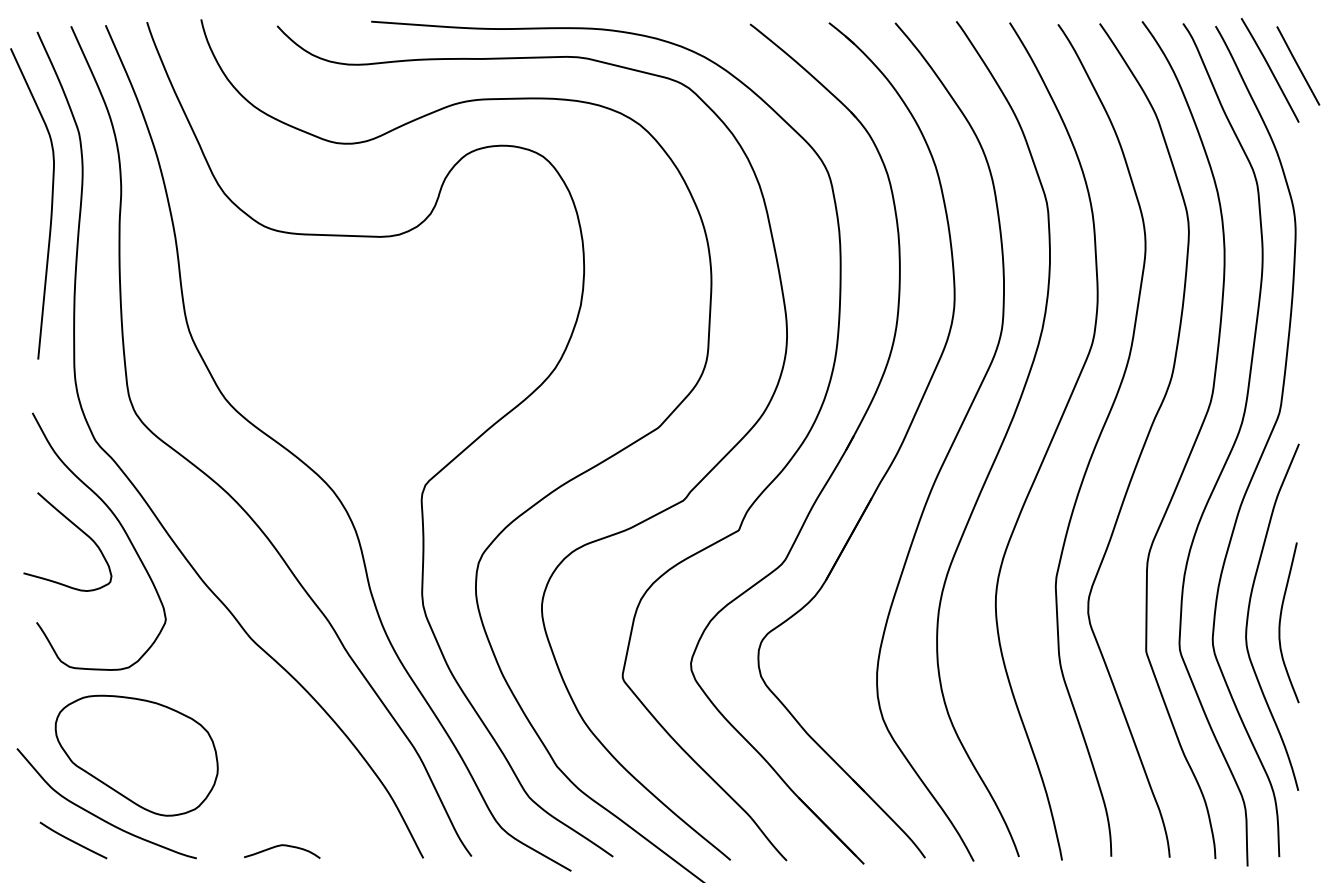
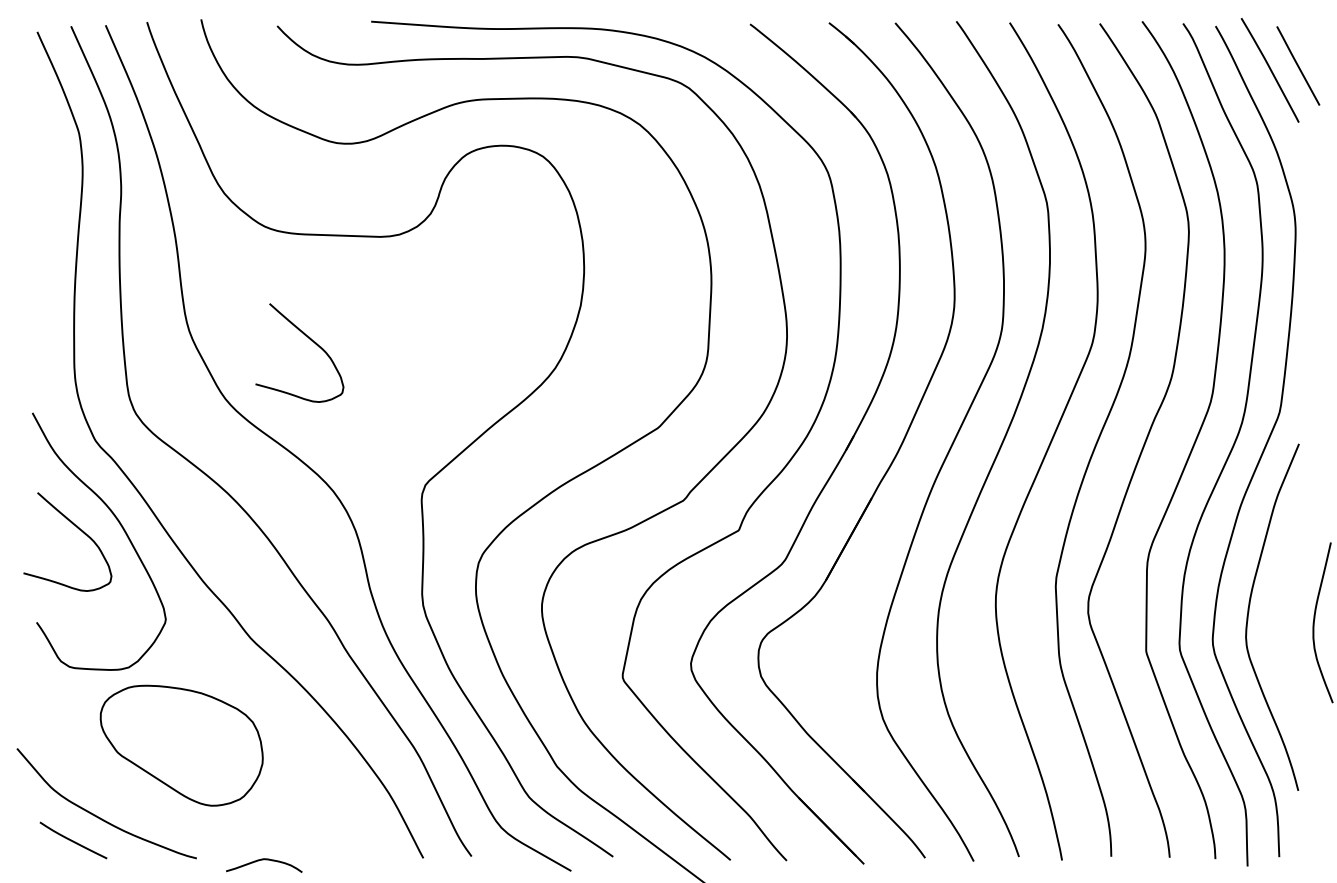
curve at (51, 203): present -> none
curve at (310, 340): none -> present
curve at (1281, 619) position: (1281, 619) -> (1315, 619)
part at (136, 755) position: (136, 755) -> (181, 745)
curve at (282, 846) position: (282, 846) -> (264, 860)
